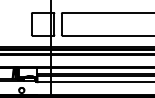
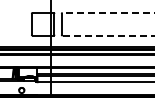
line at (108, 12): solid -> dashed
line at (108, 35): solid -> dashed
